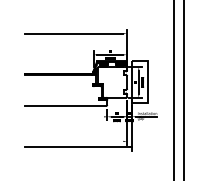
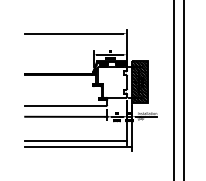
hatch at (140, 81): none -> present
line at (66, 116): none -> present
line at (75, 141): none -> present
